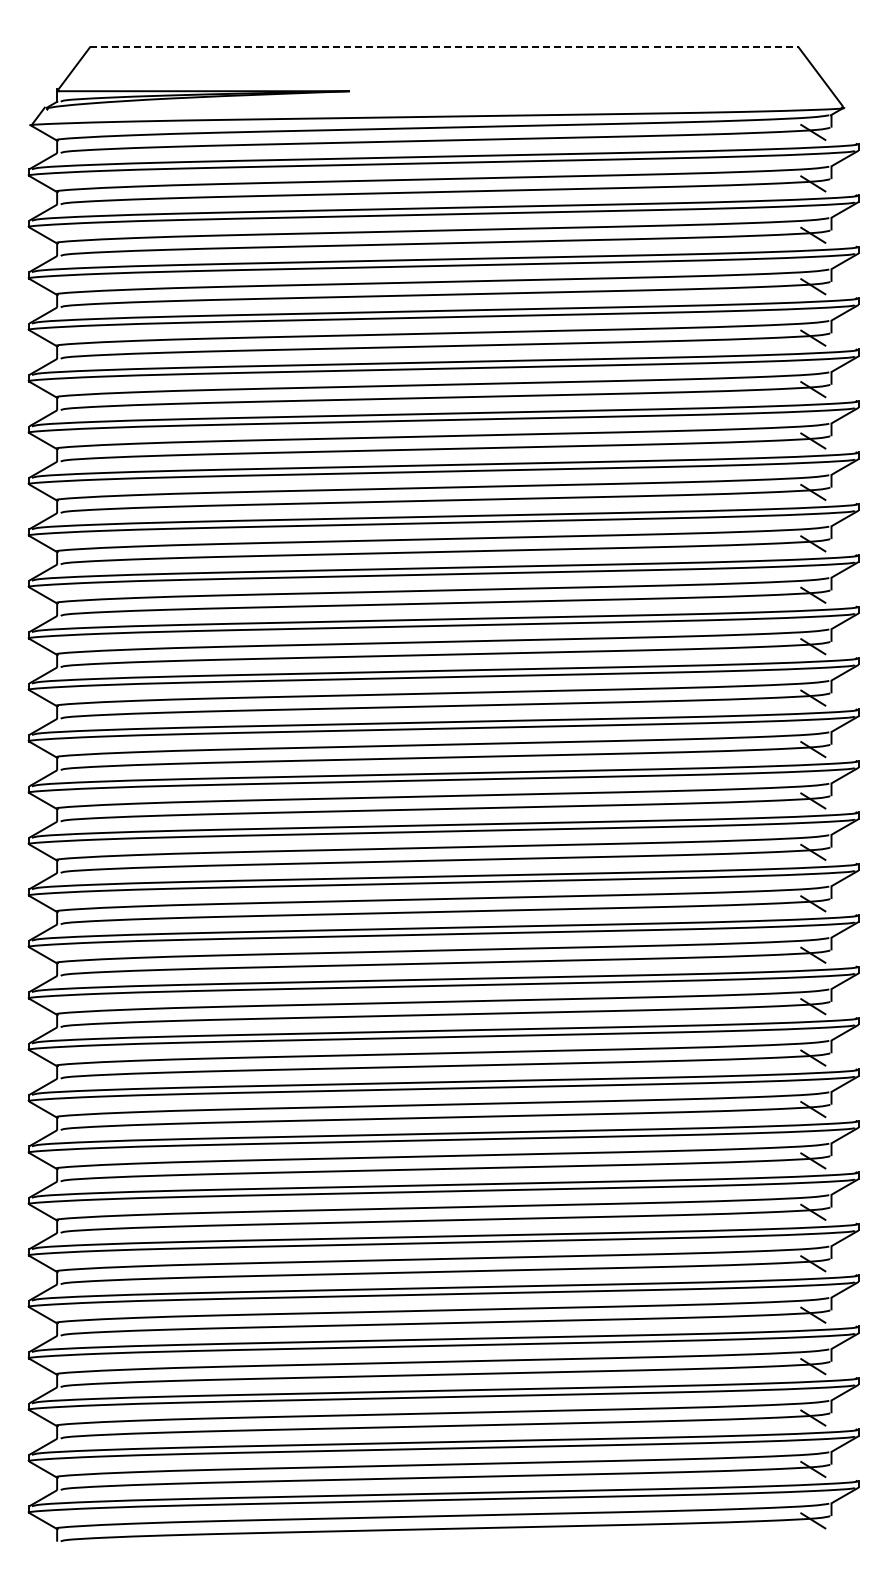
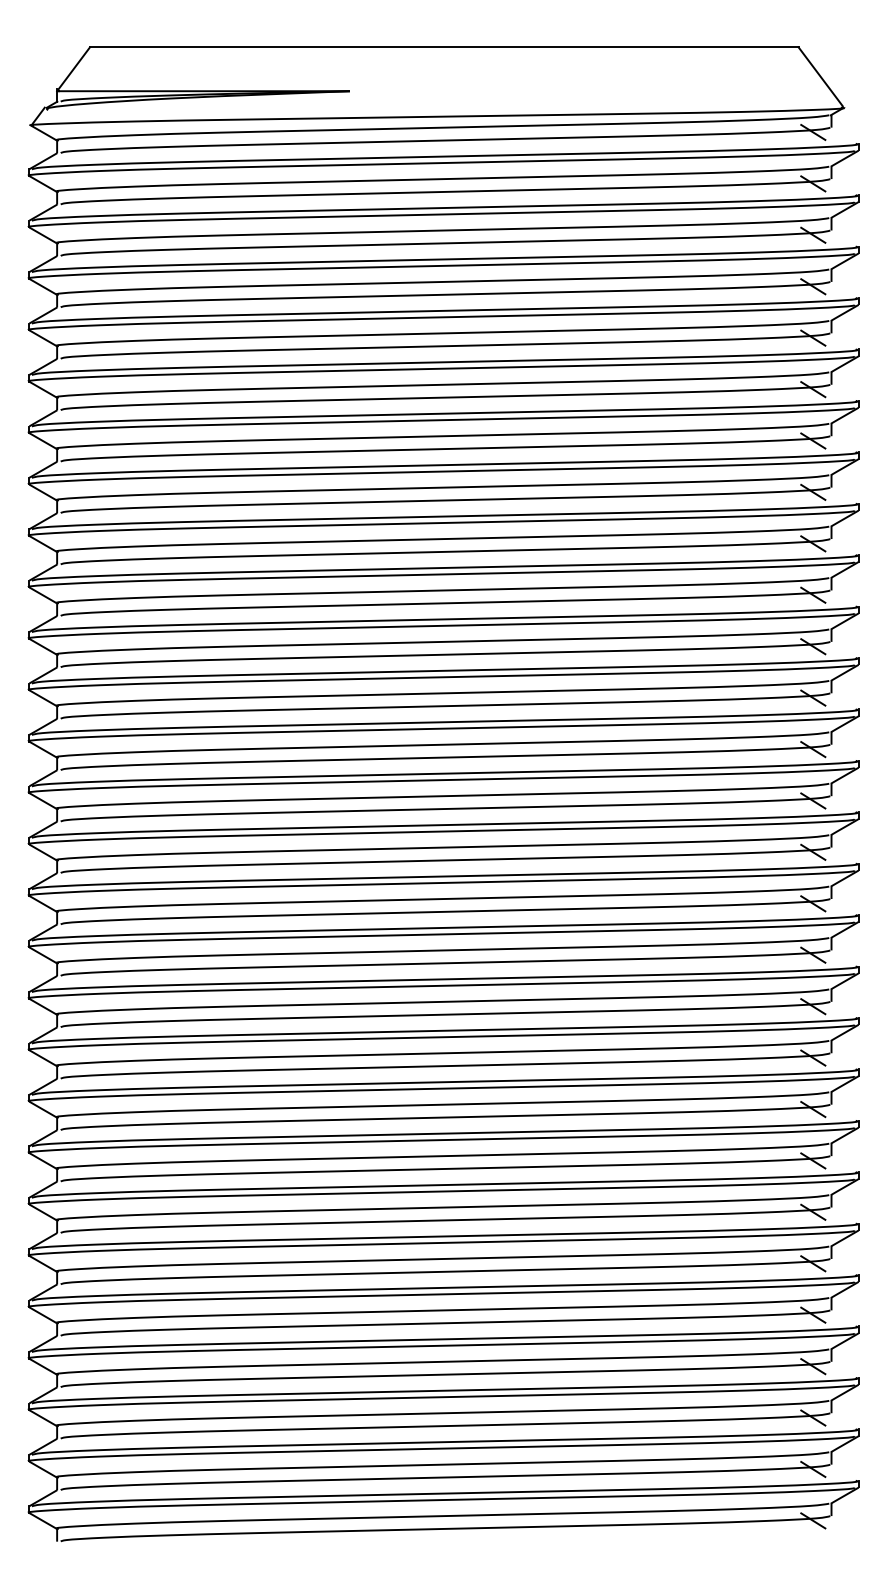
line at (444, 47): dashed -> solid
